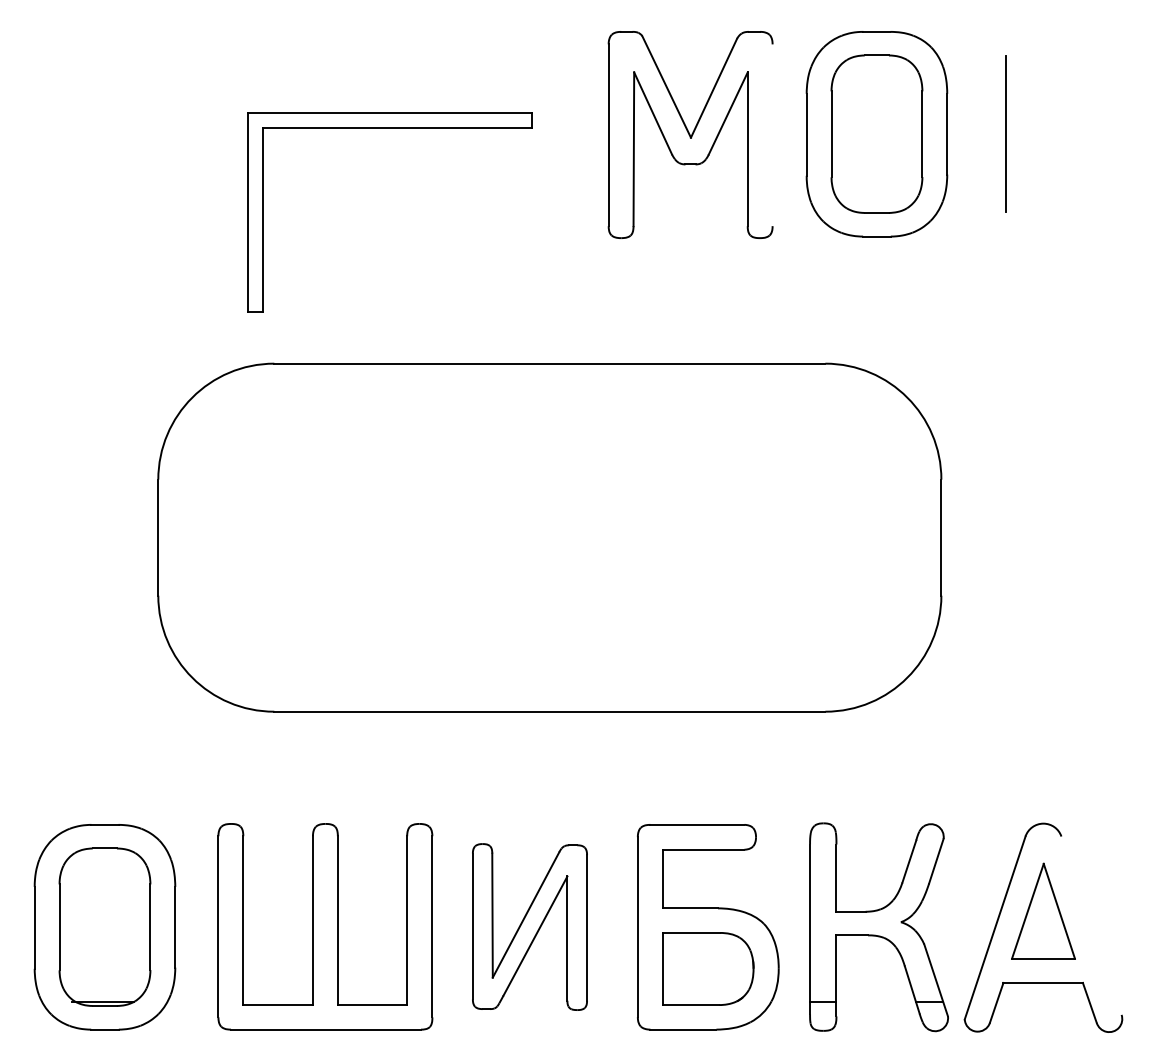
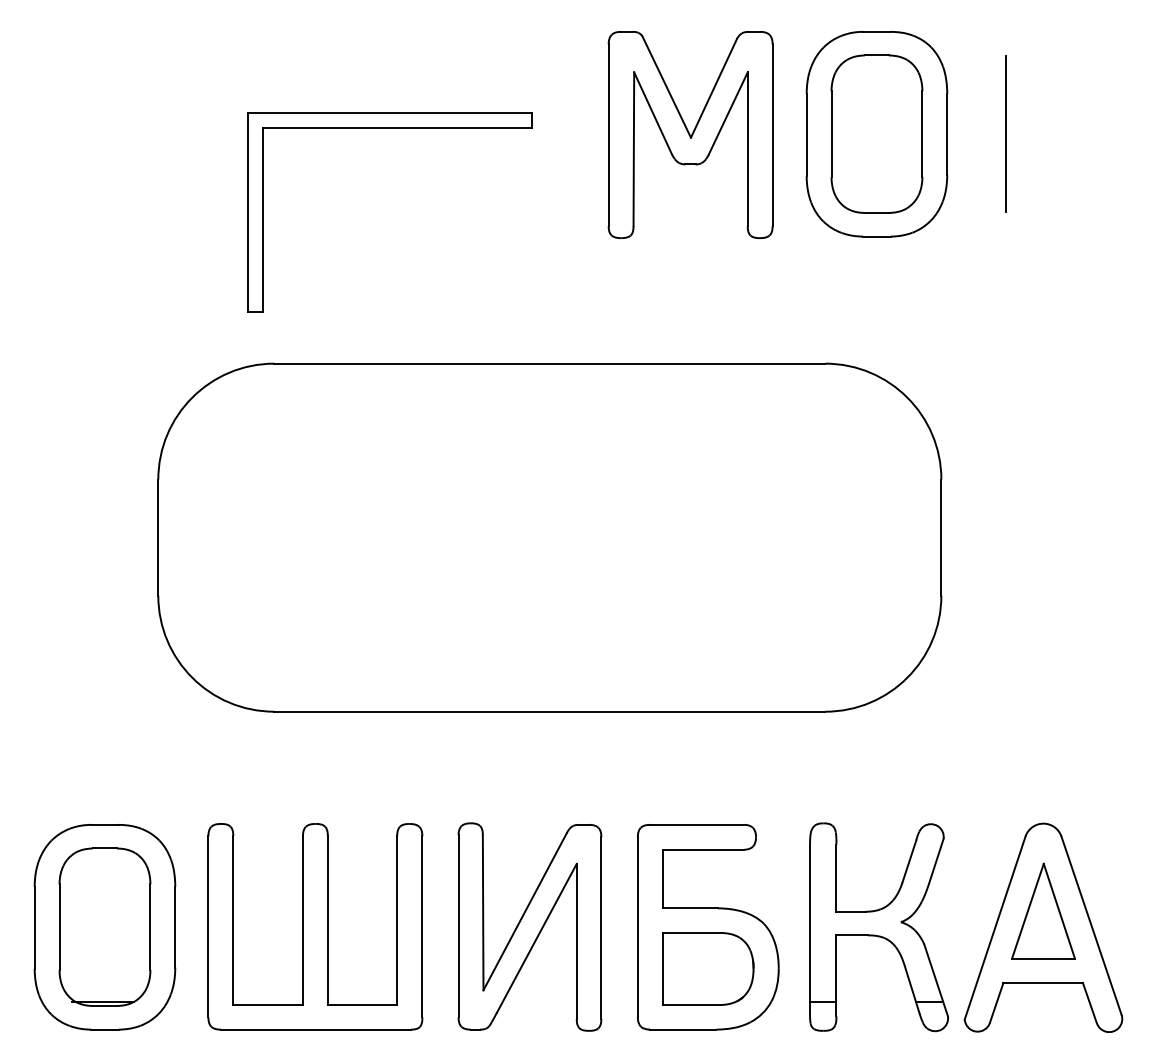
line at (772, 135): none -> present
line at (1091, 925): none -> present
part at (325, 926) position: (325, 926) -> (315, 926)
part at (529, 926) size: 116x168 px -> 146x210 px
